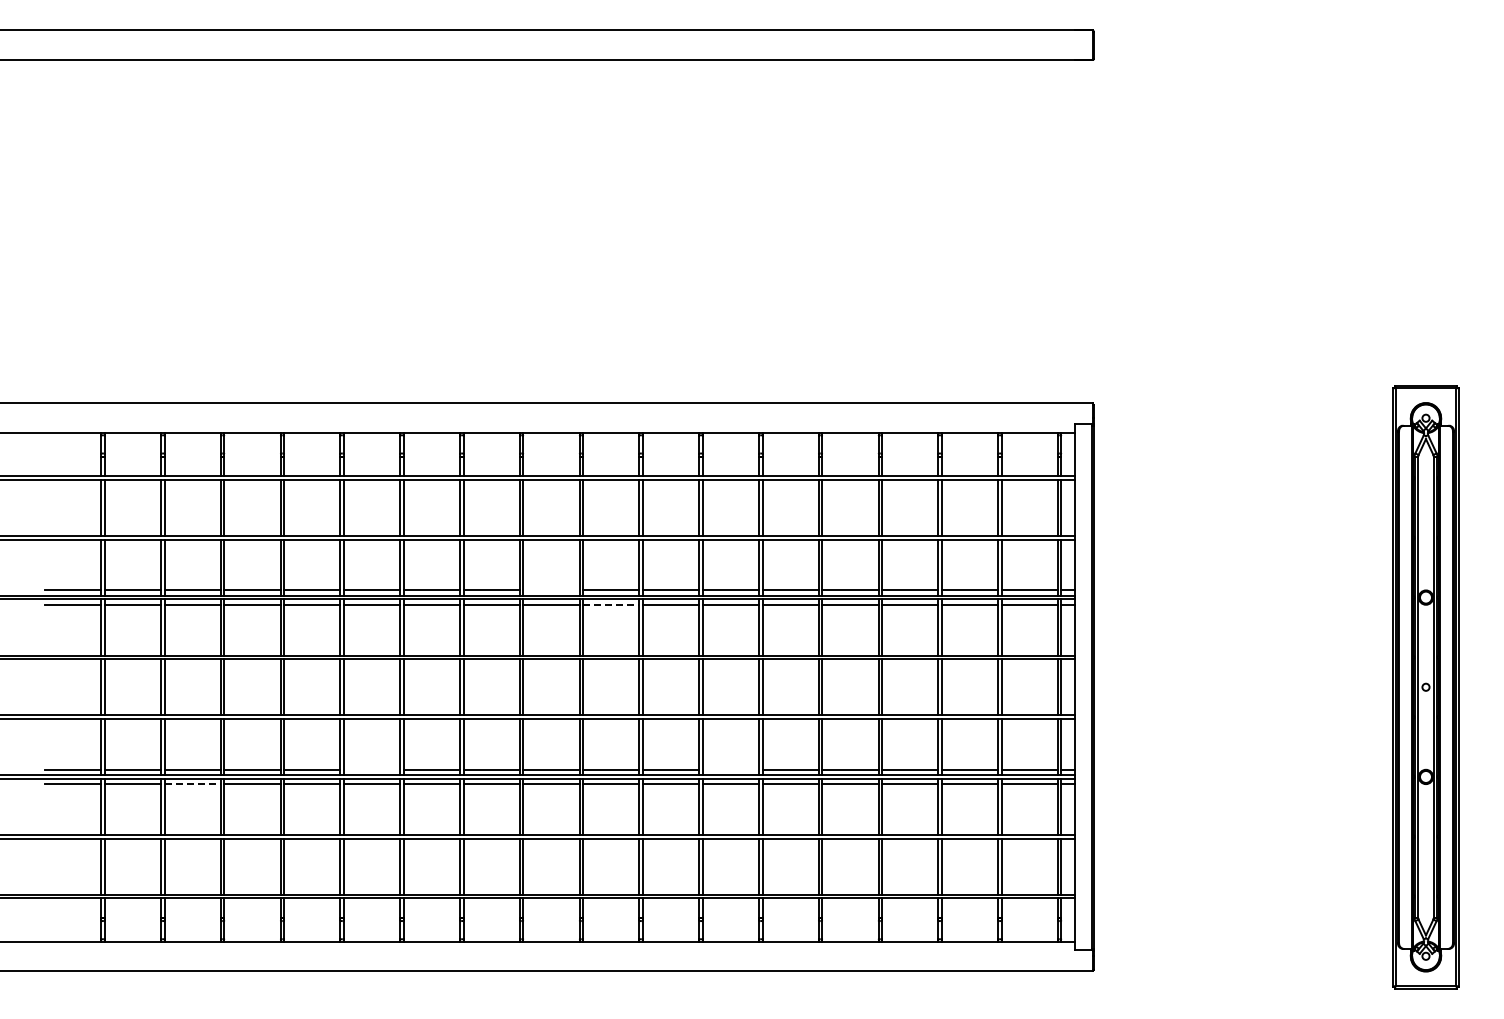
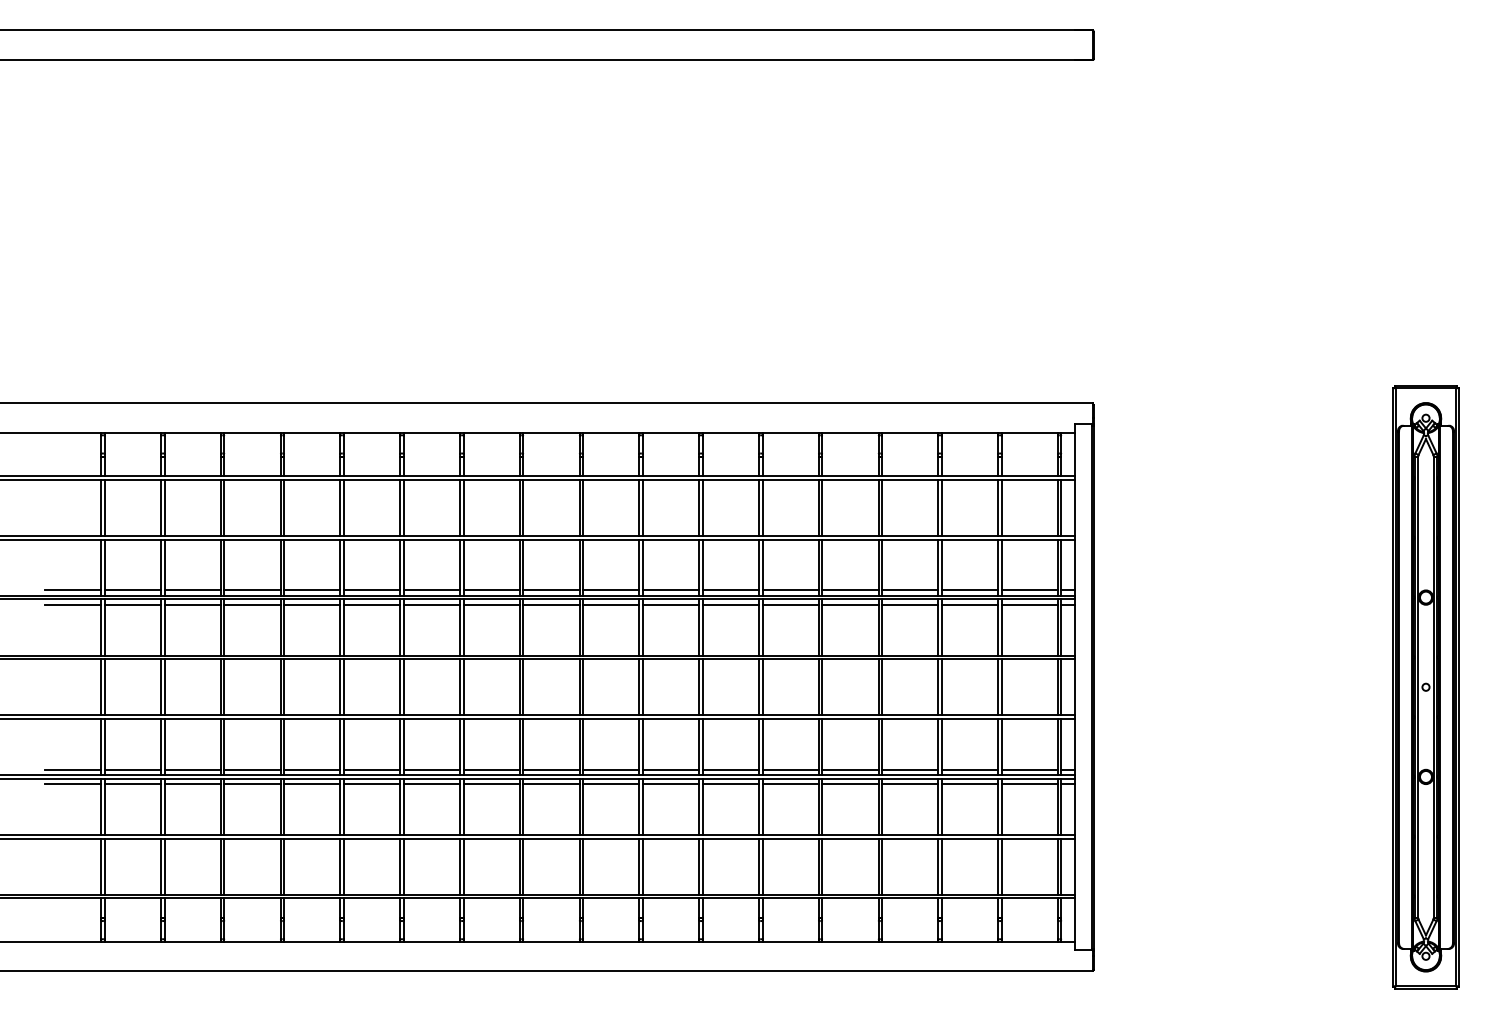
line at (551, 590): none -> present
line at (611, 604): dashed -> solid
line at (372, 769): none -> present
line at (730, 769): none -> present
line at (193, 784): dashed -> solid
